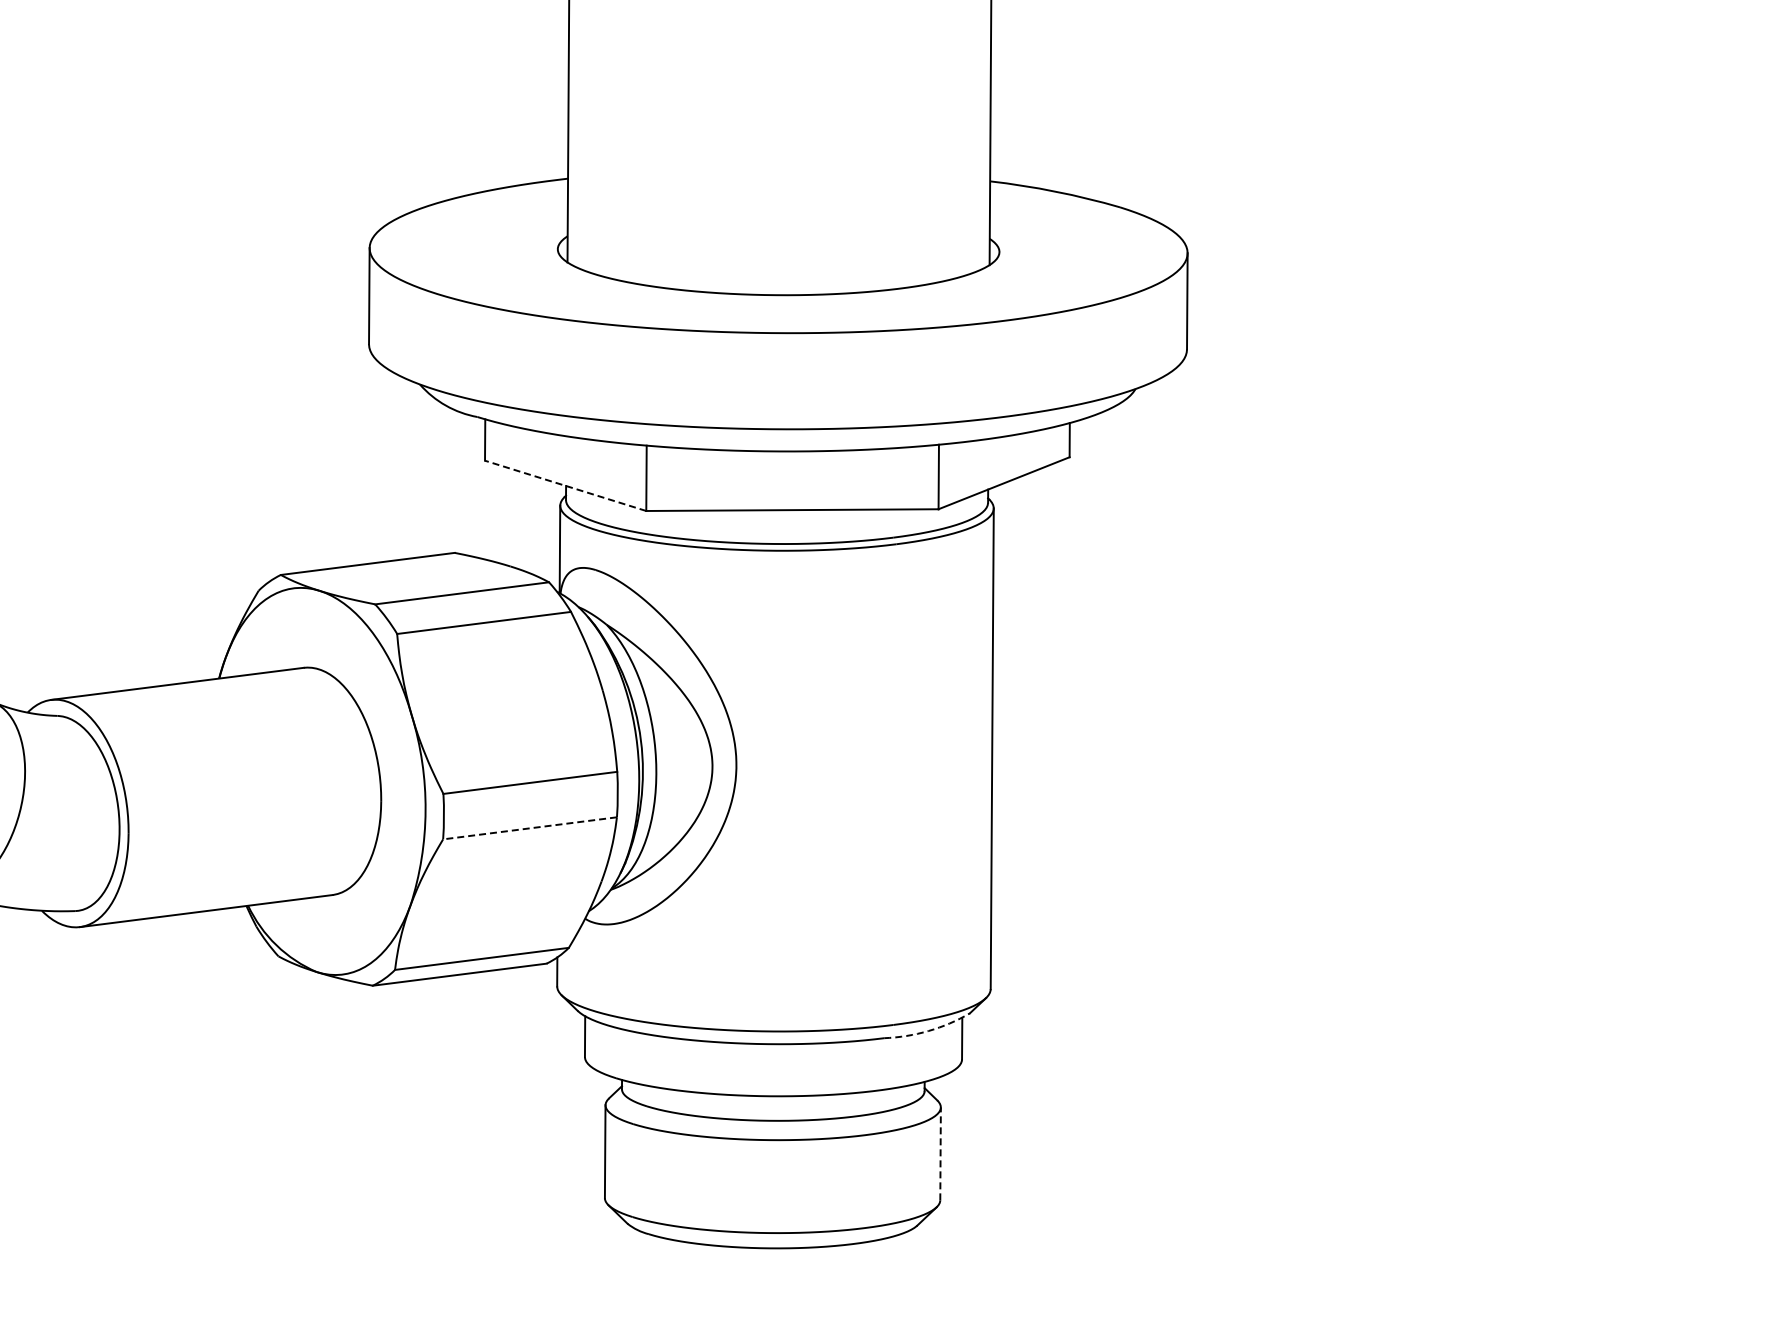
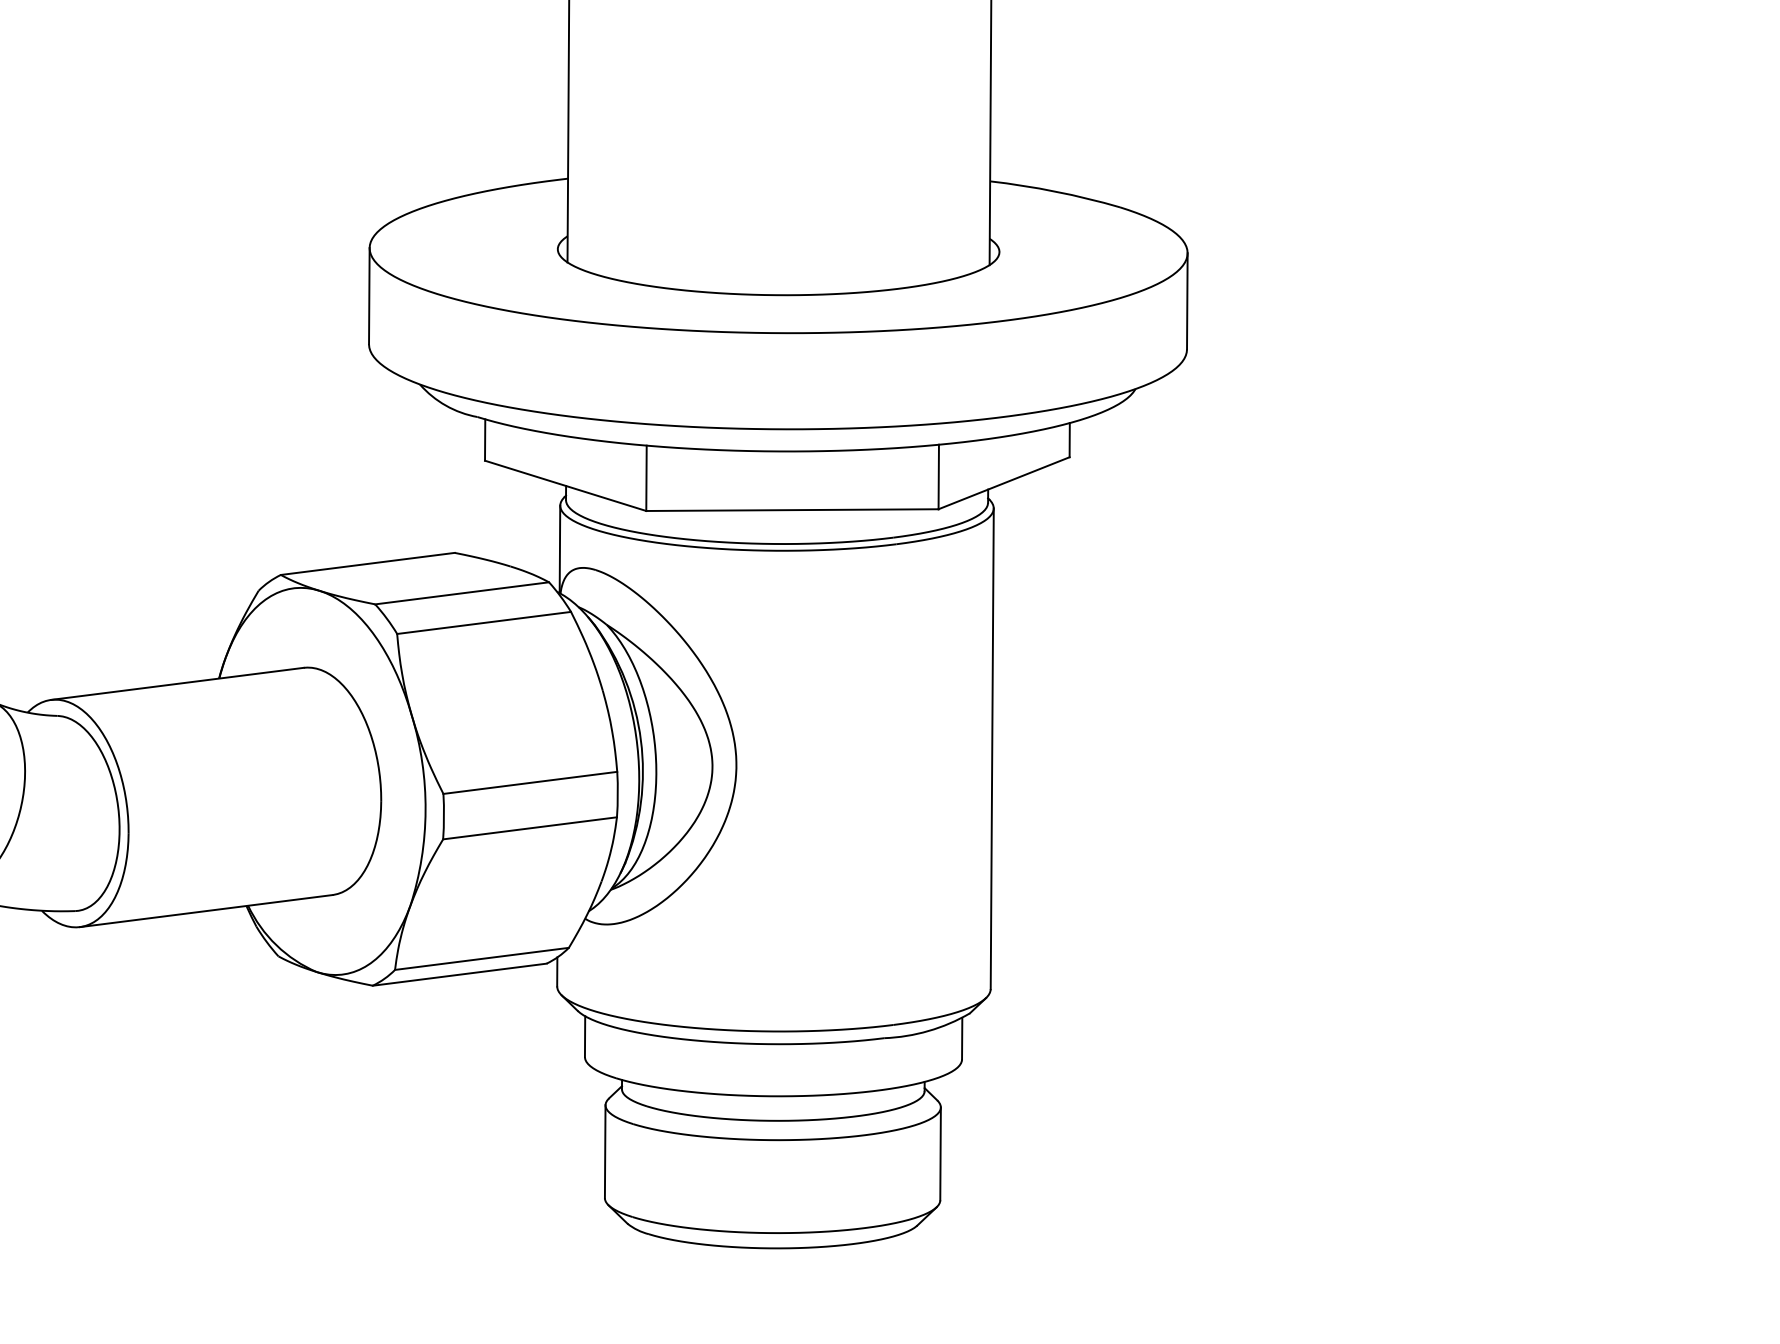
line at (565, 485): dashed -> solid
line at (530, 828): dashed -> solid
arc at (928, 1031): dashed -> solid
line at (940, 1153): dashed -> solid
